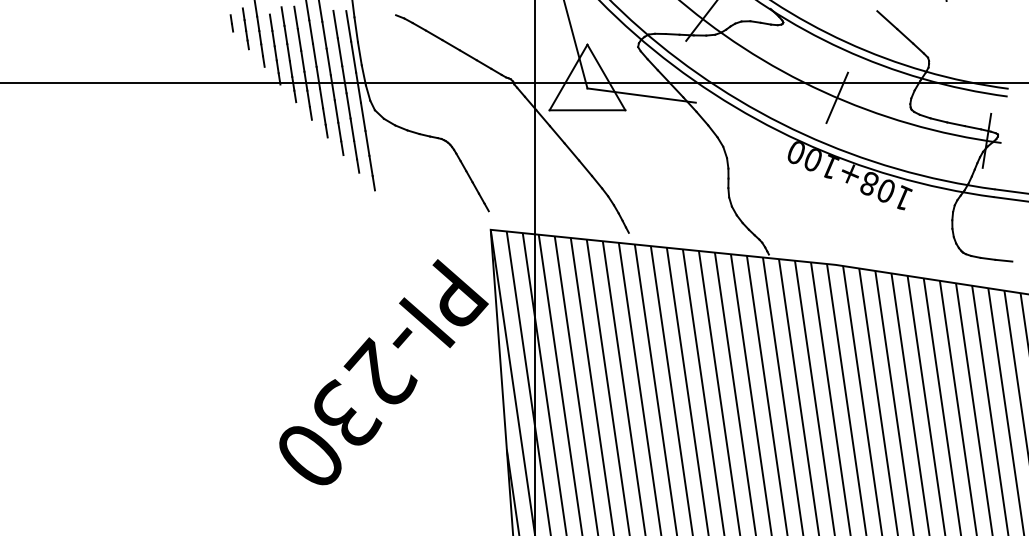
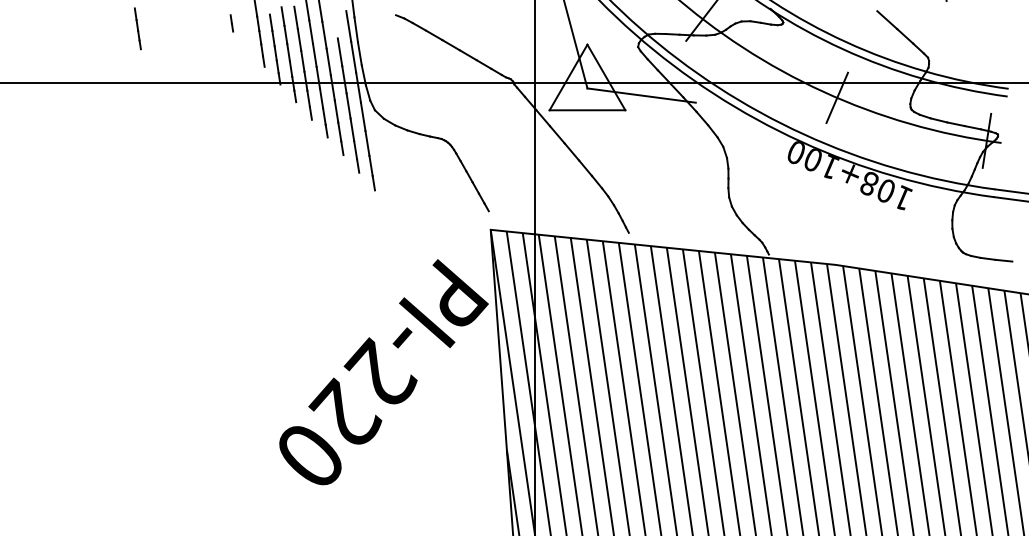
line at (335, 24): present -> none
line at (245, 28) position: (245, 28) -> (137, 28)
text at (345, 411): PI-230 -> PI-220
